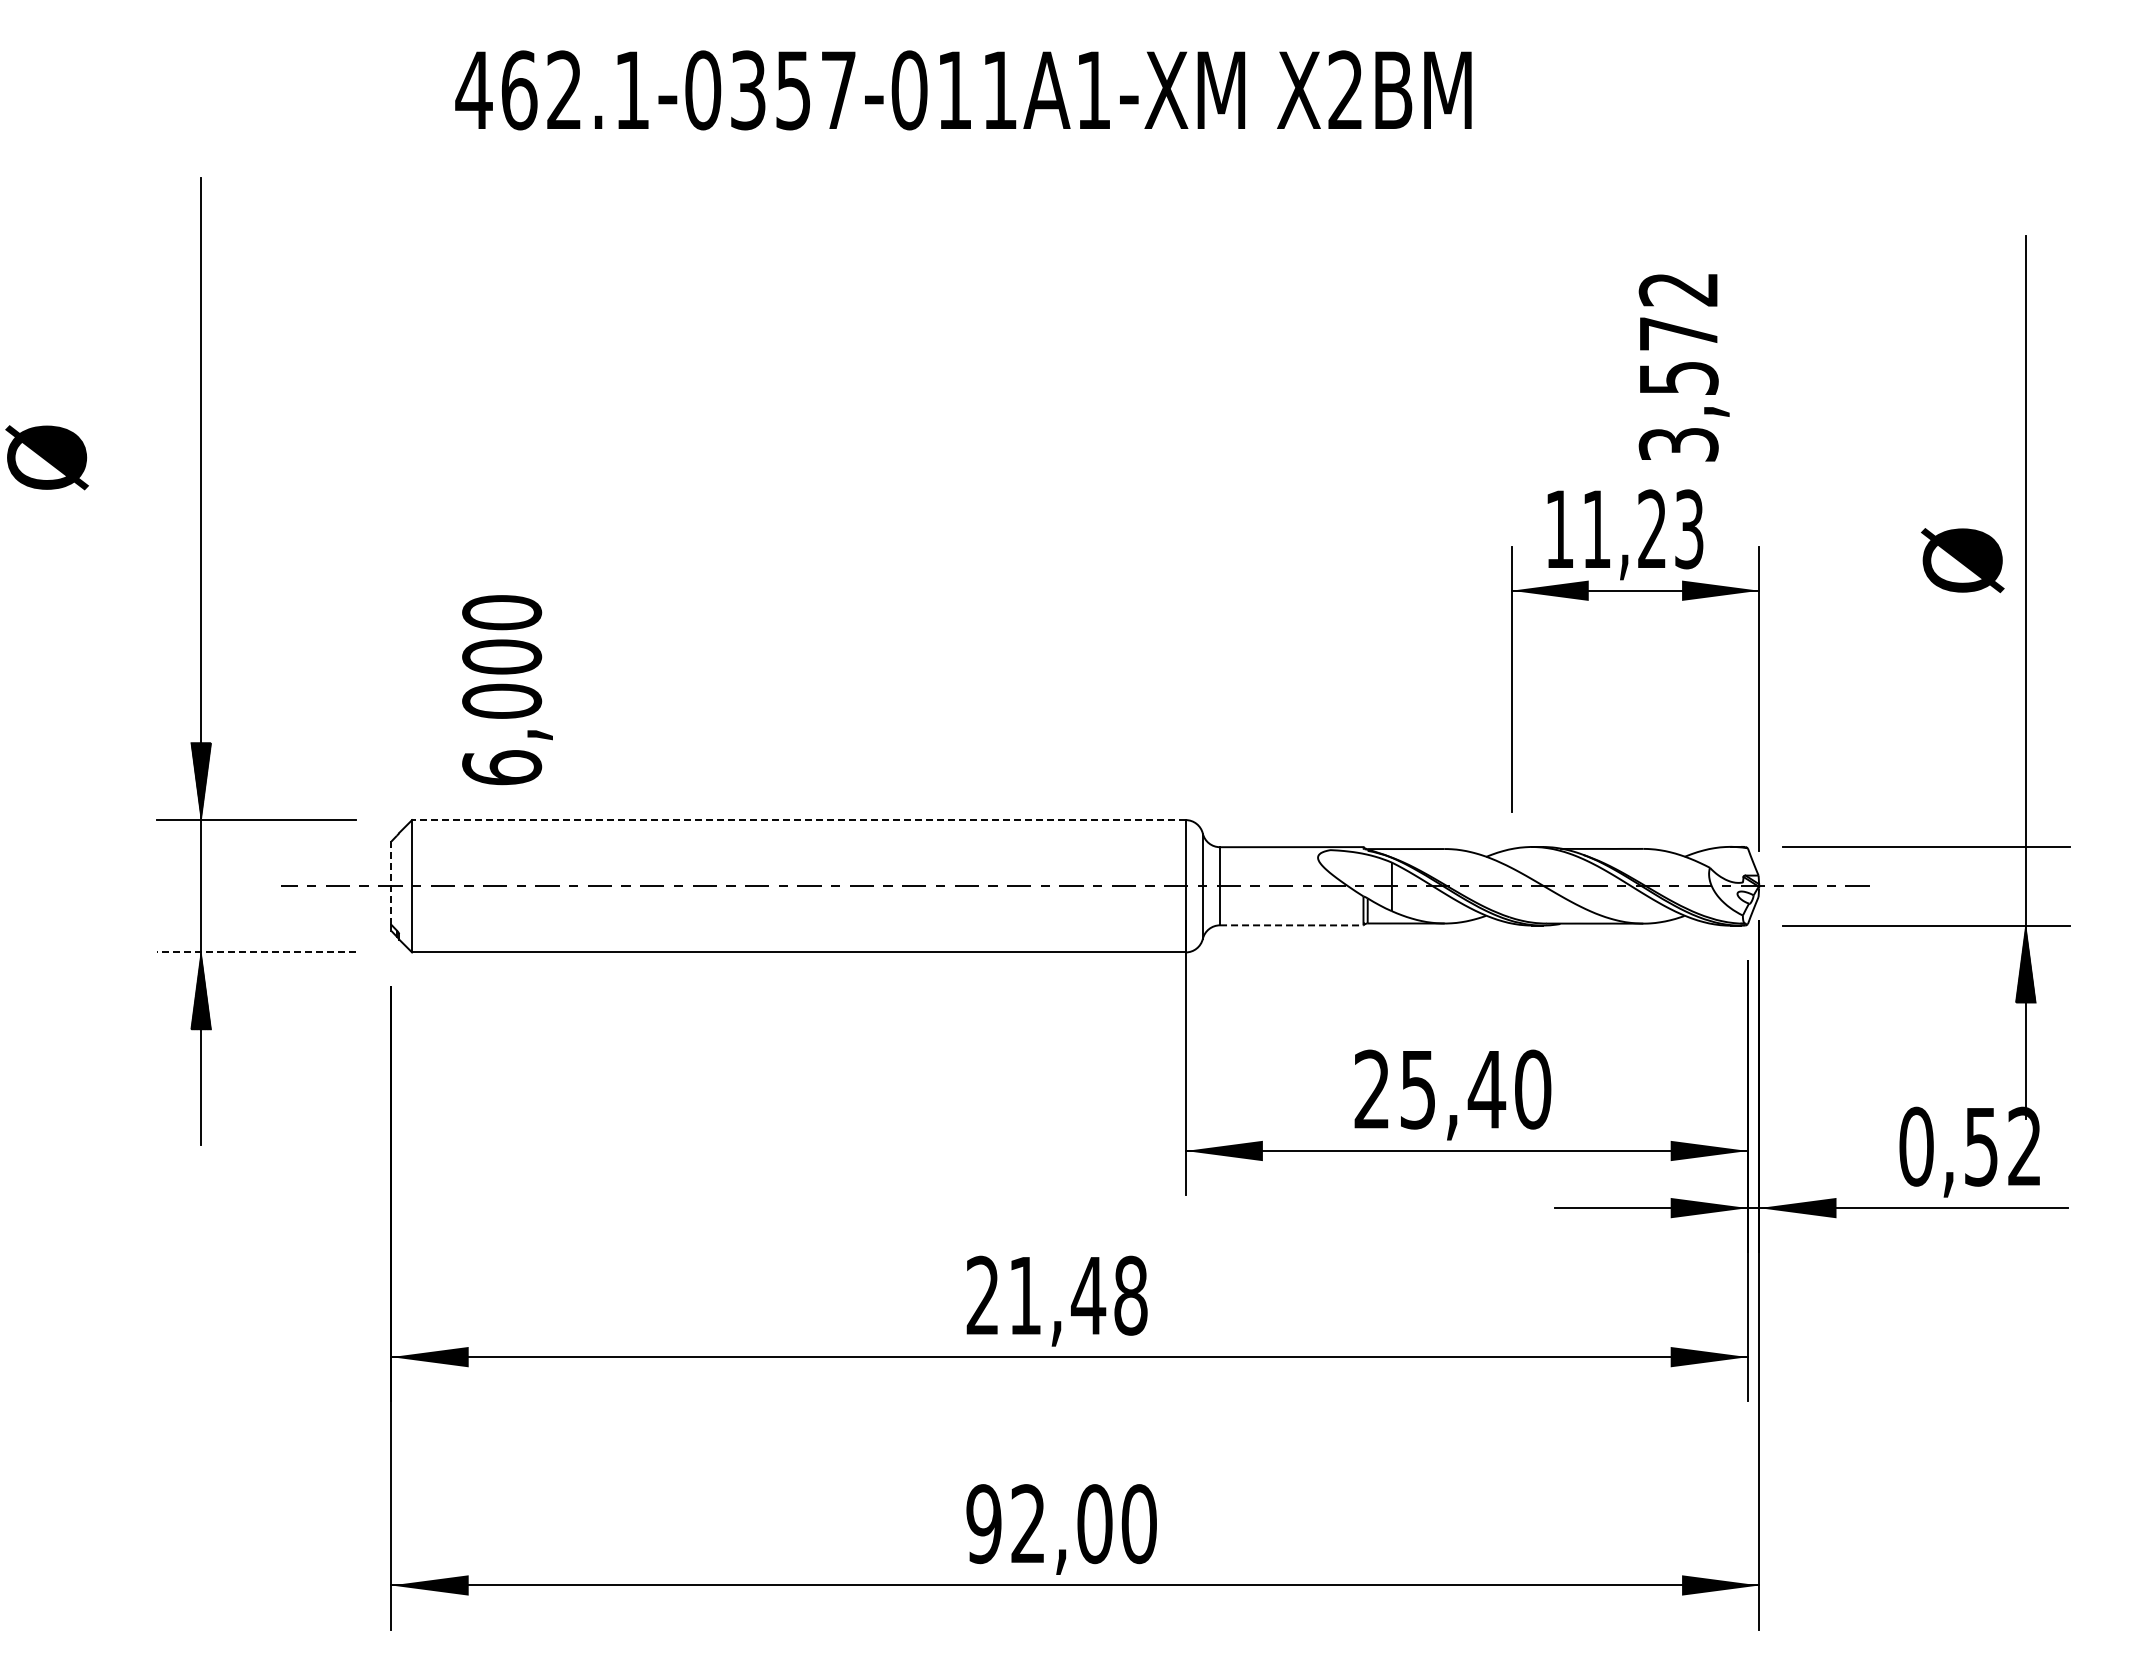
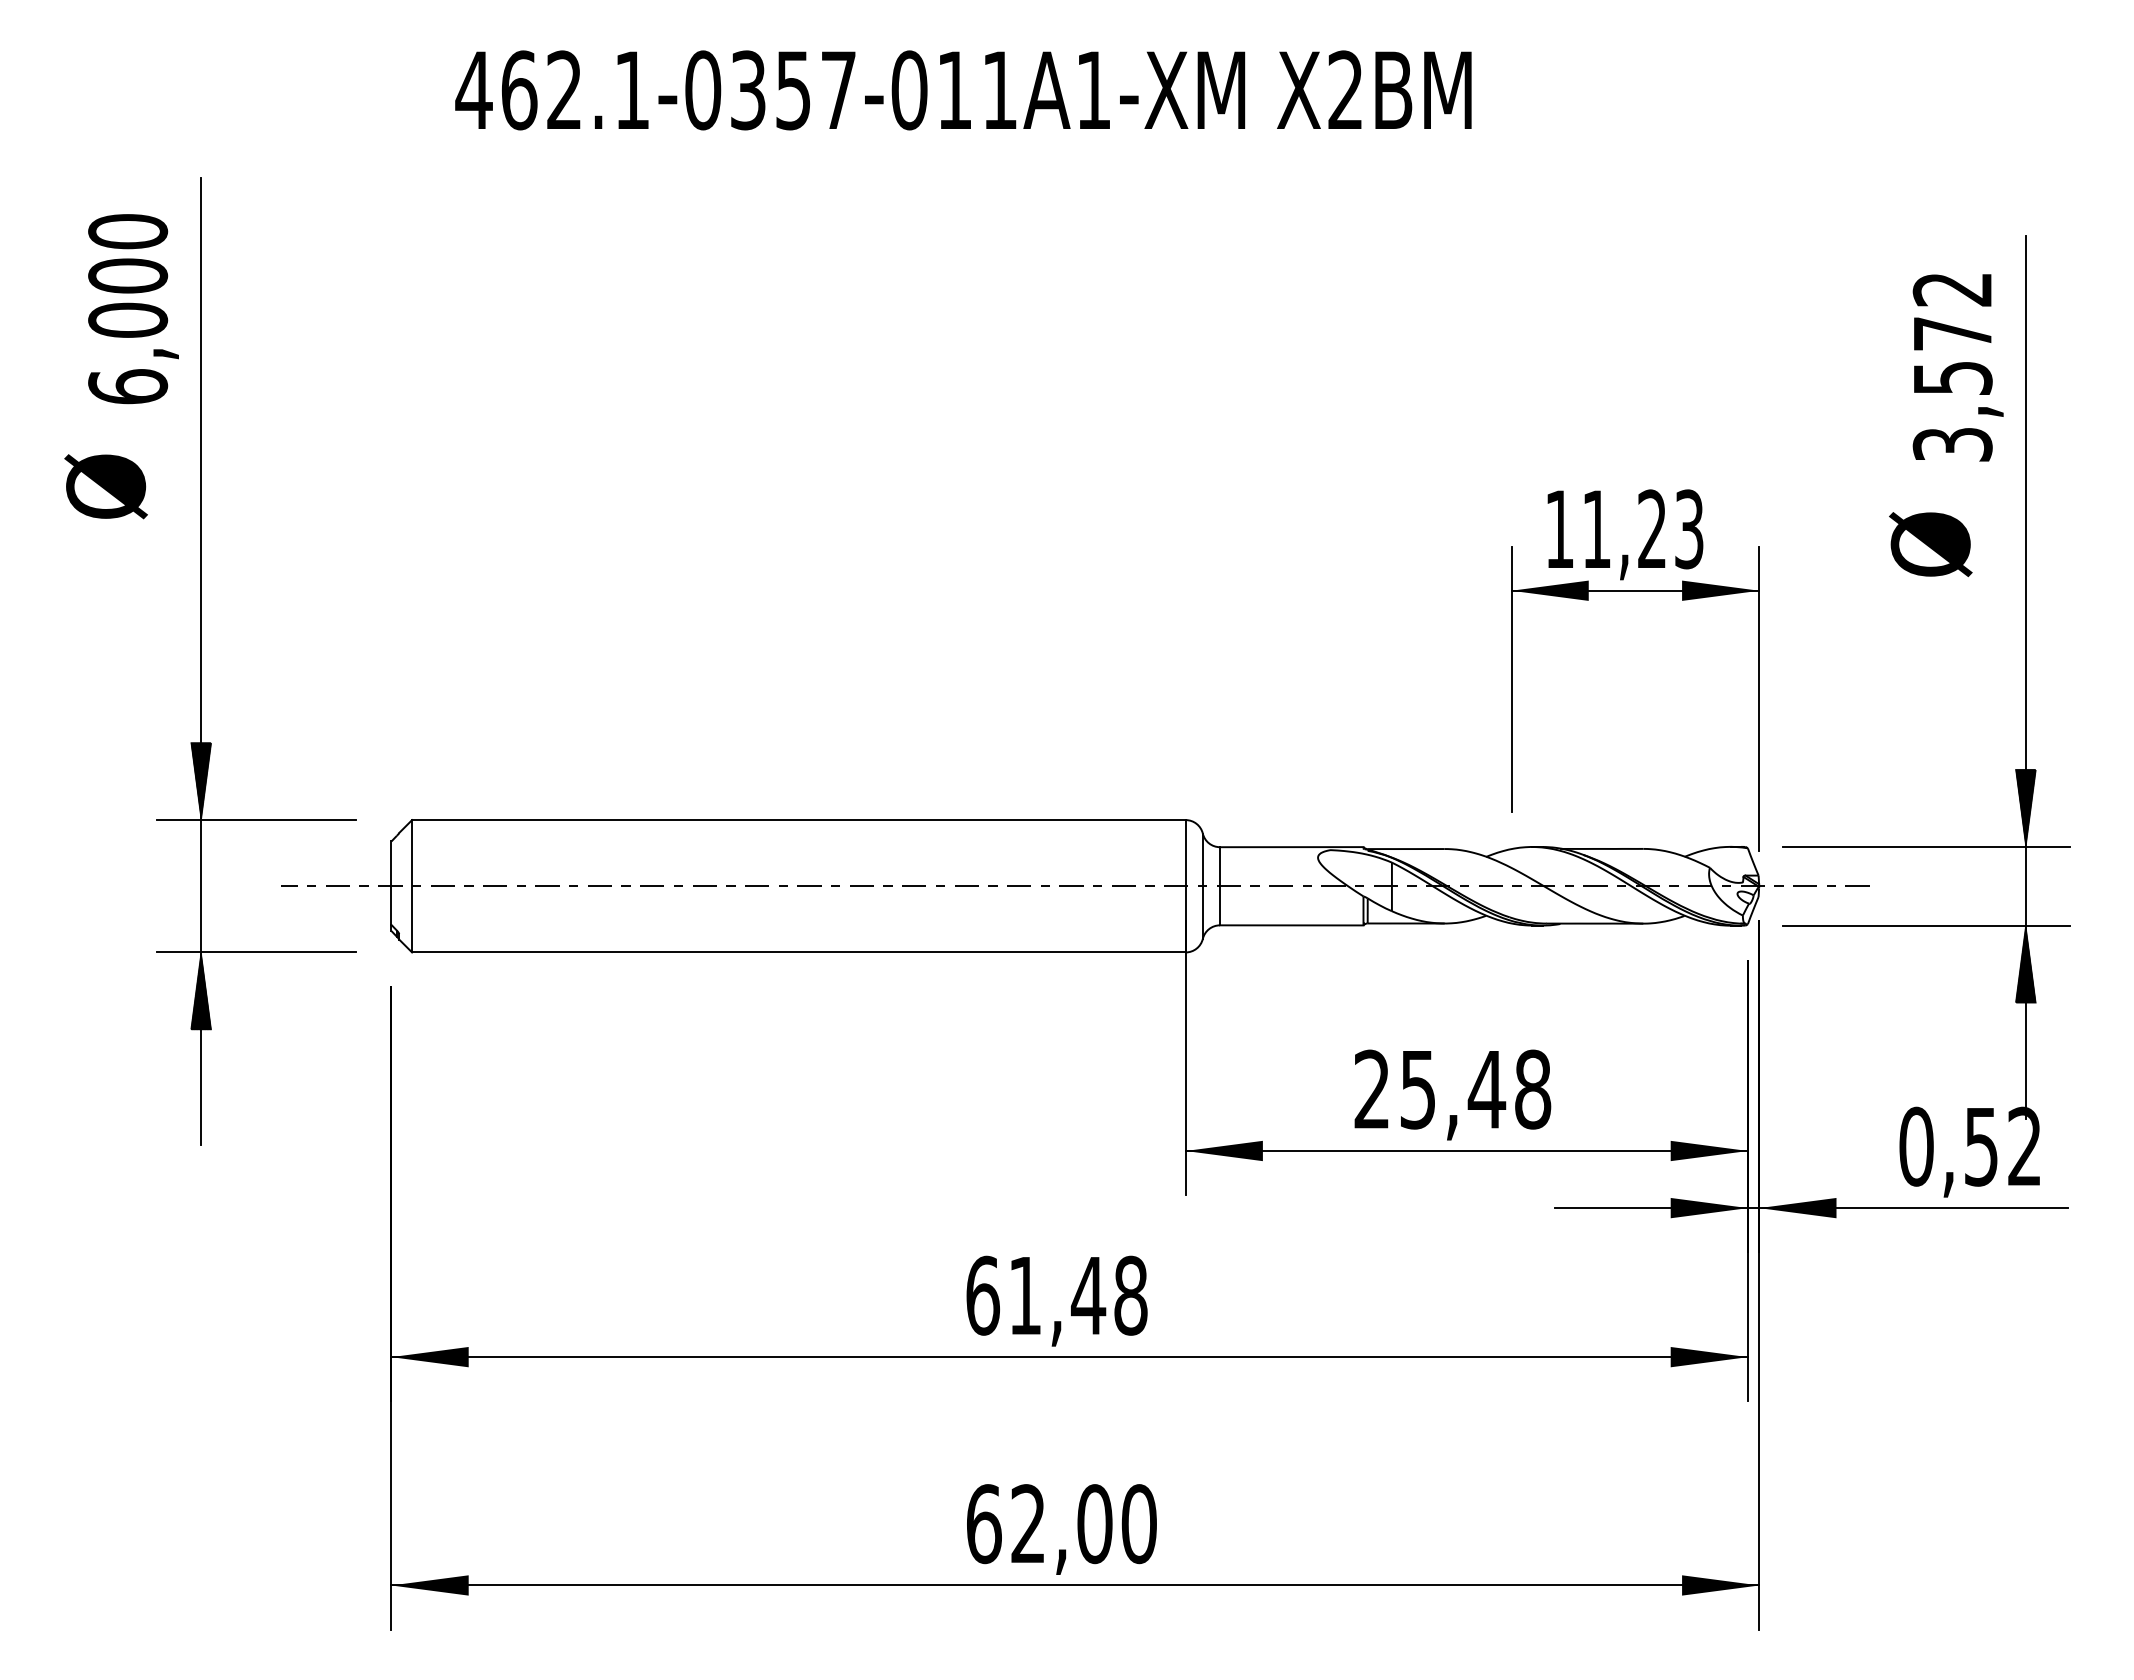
text at (1683, 367) position: (1683, 367) -> (1957, 367)
text at (46, 457) position: (46, 457) -> (105, 486)
text at (1962, 560) position: (1962, 560) -> (1930, 544)
text at (507, 690) position: (507, 690) -> (133, 309)
hatch at (2025, 807): none -> present
line at (798, 820): dashed -> solid
line at (391, 883): dashed -> solid
line at (1291, 925): dashed -> solid
line at (256, 952): dashed -> solid
text at (1533, 1089): 25,40 -> 25,48
text at (982, 1295): 21,48 -> 61,48
text at (983, 1524): 92,00 -> 62,00
